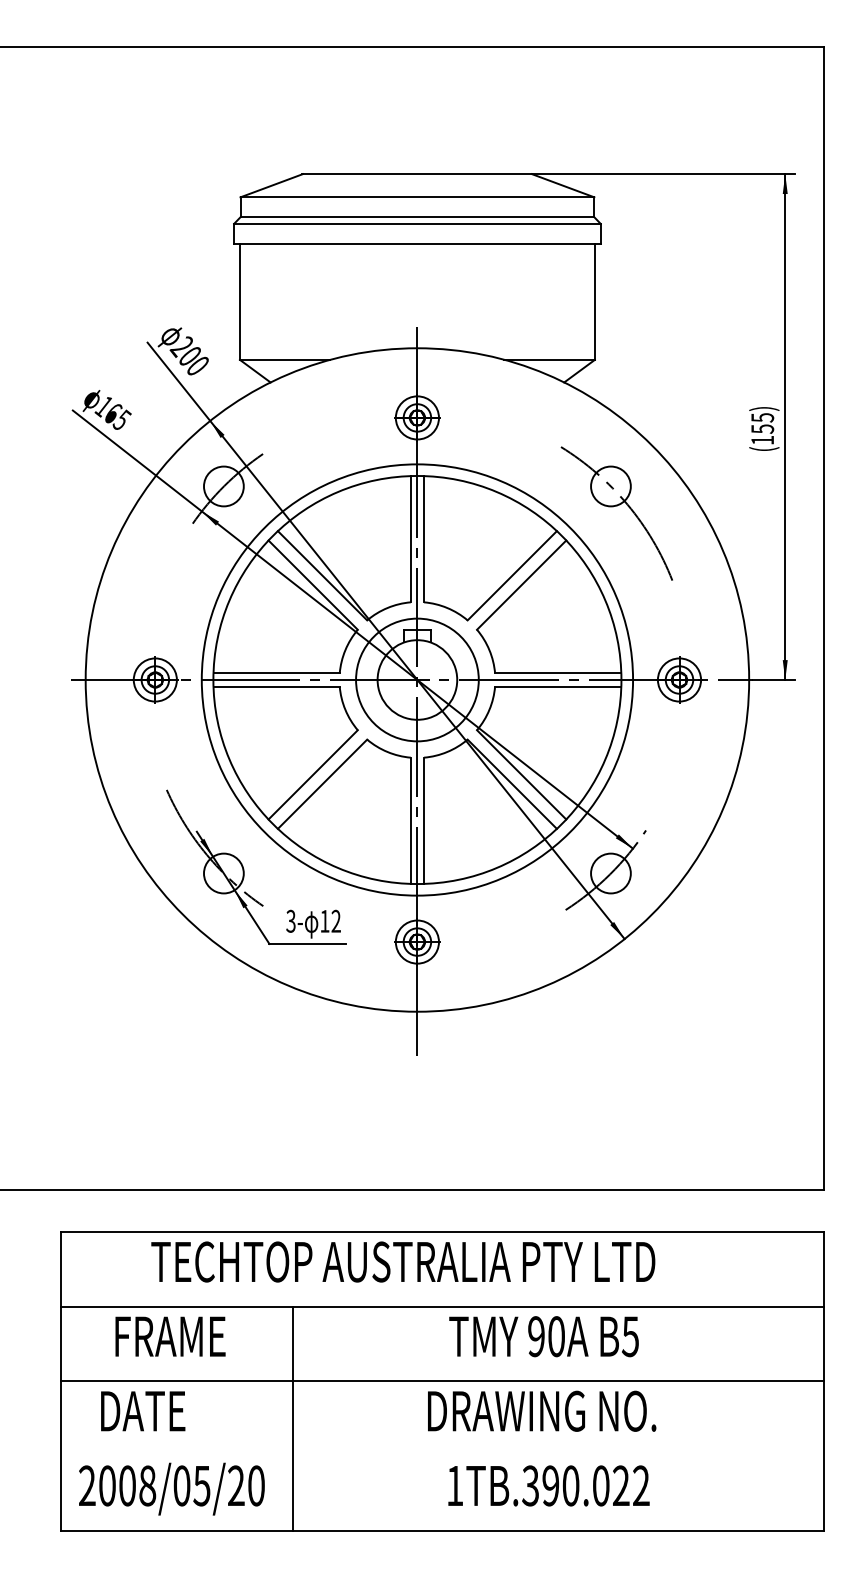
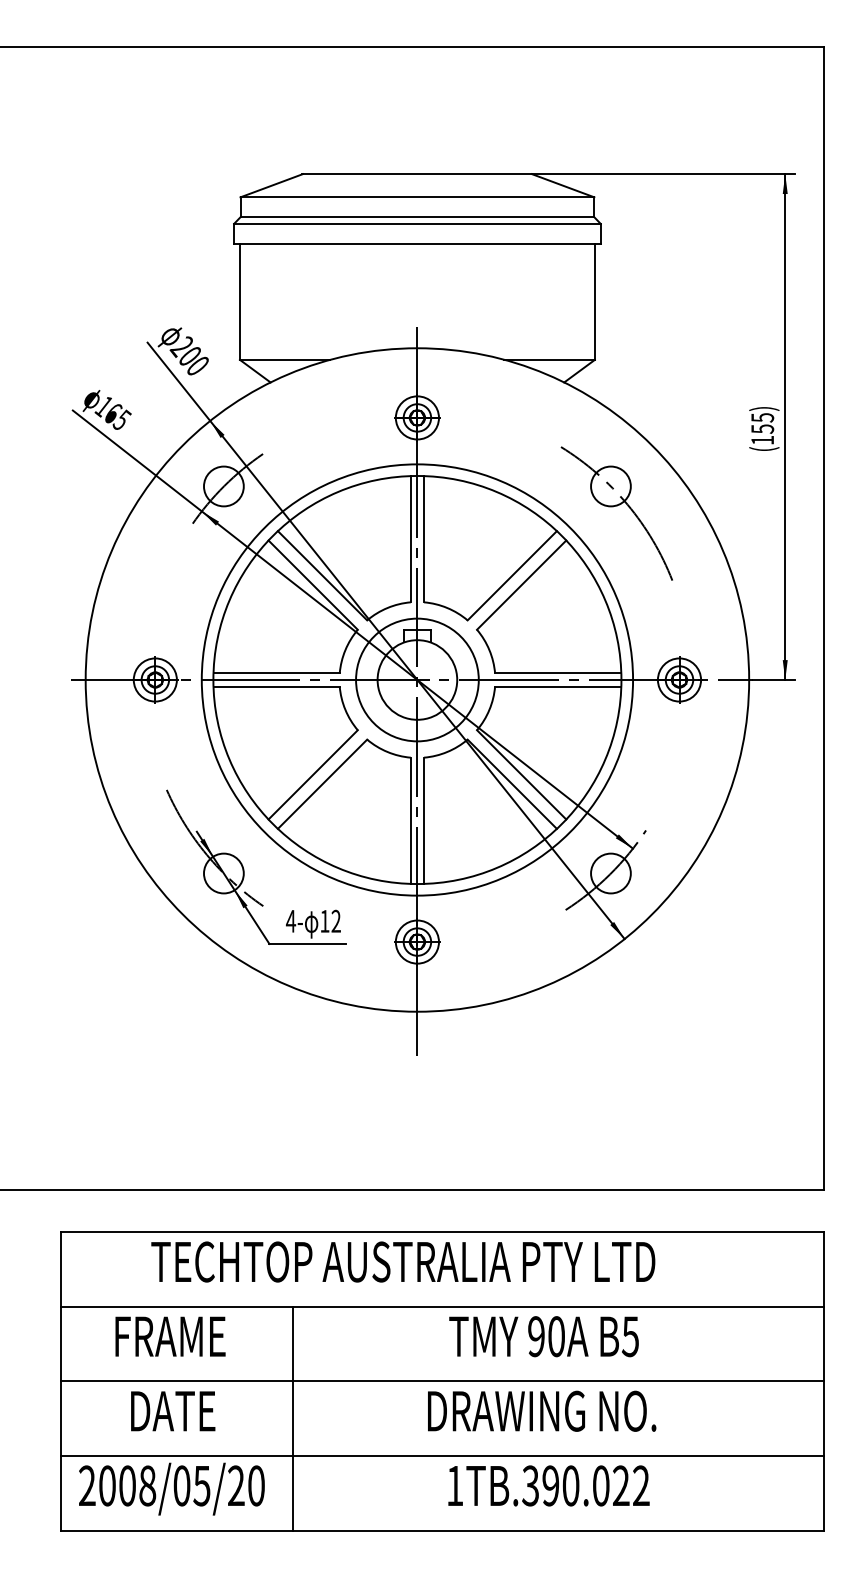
text at (290, 920): 3- -> 4-
text at (143, 1411) position: (143, 1411) -> (173, 1411)
line at (441, 1456): none -> present
